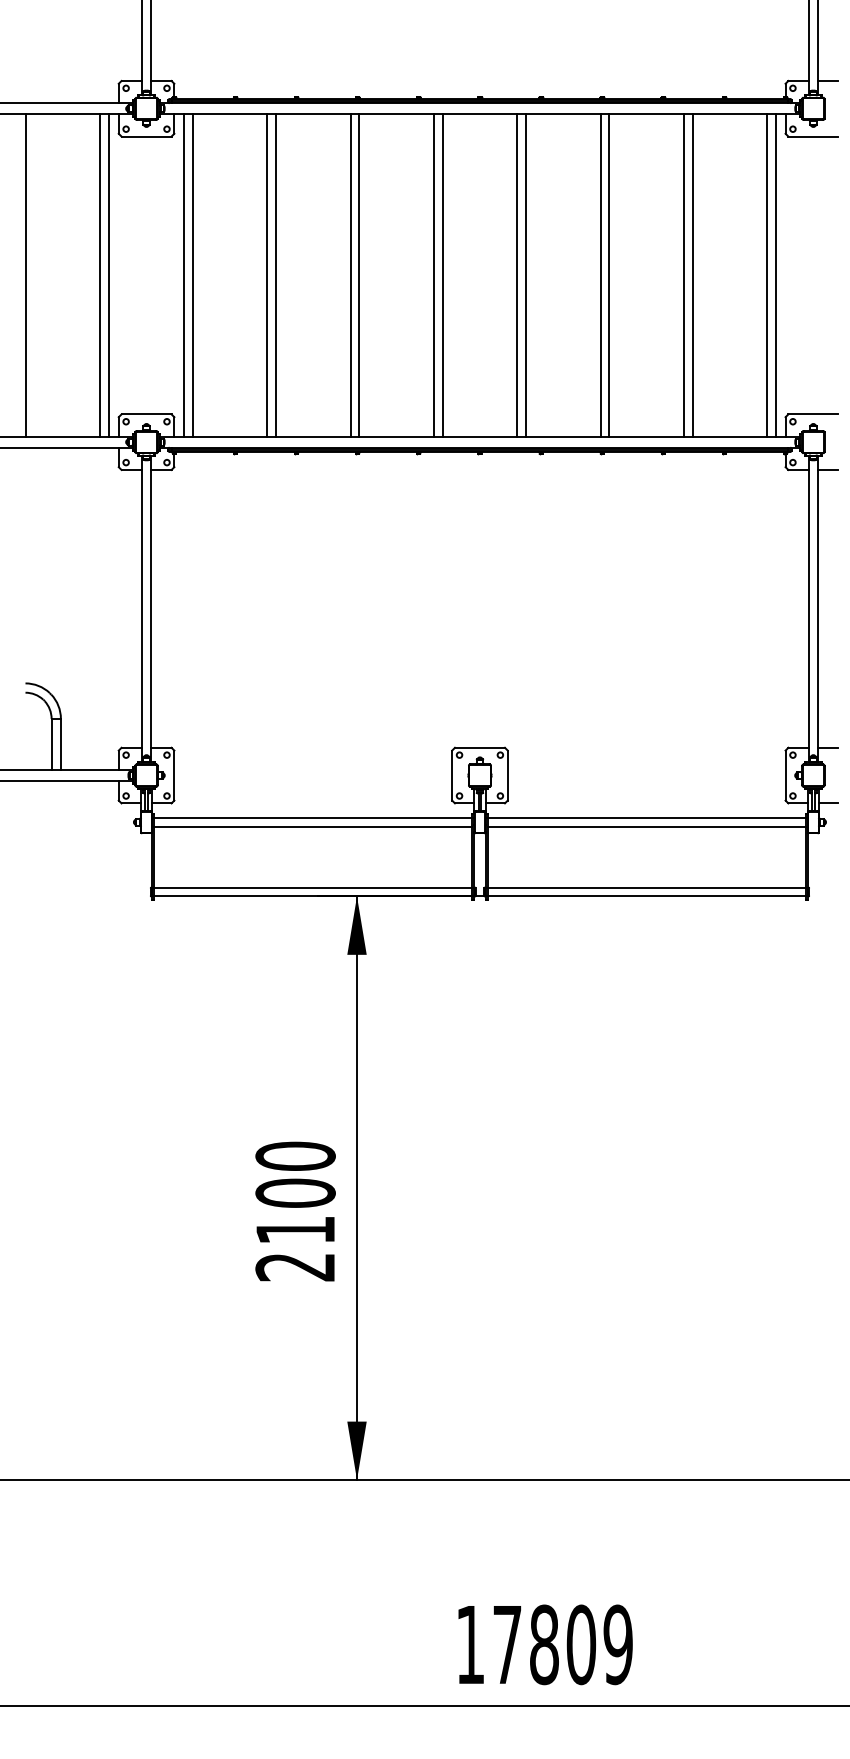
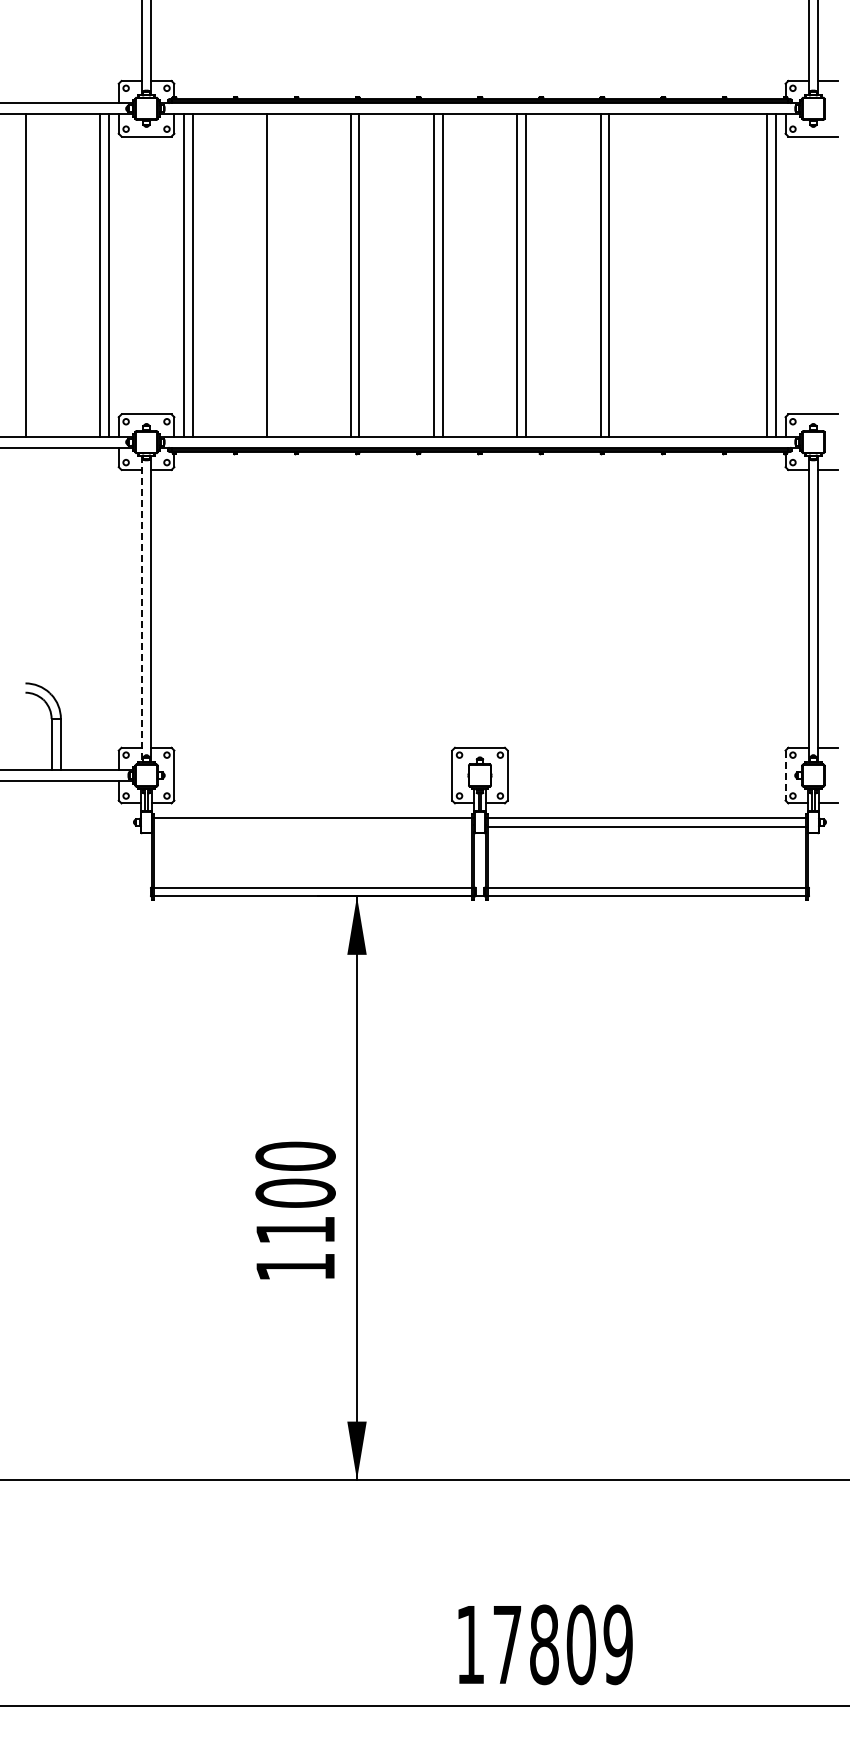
line at (276, 275): present -> none
line at (683, 275): present -> none
line at (692, 275): present -> none
line at (142, 609): solid -> dashed
line at (785, 776): solid -> dashed
line at (313, 826): present -> none
text at (294, 1267): 2100 -> 1100
